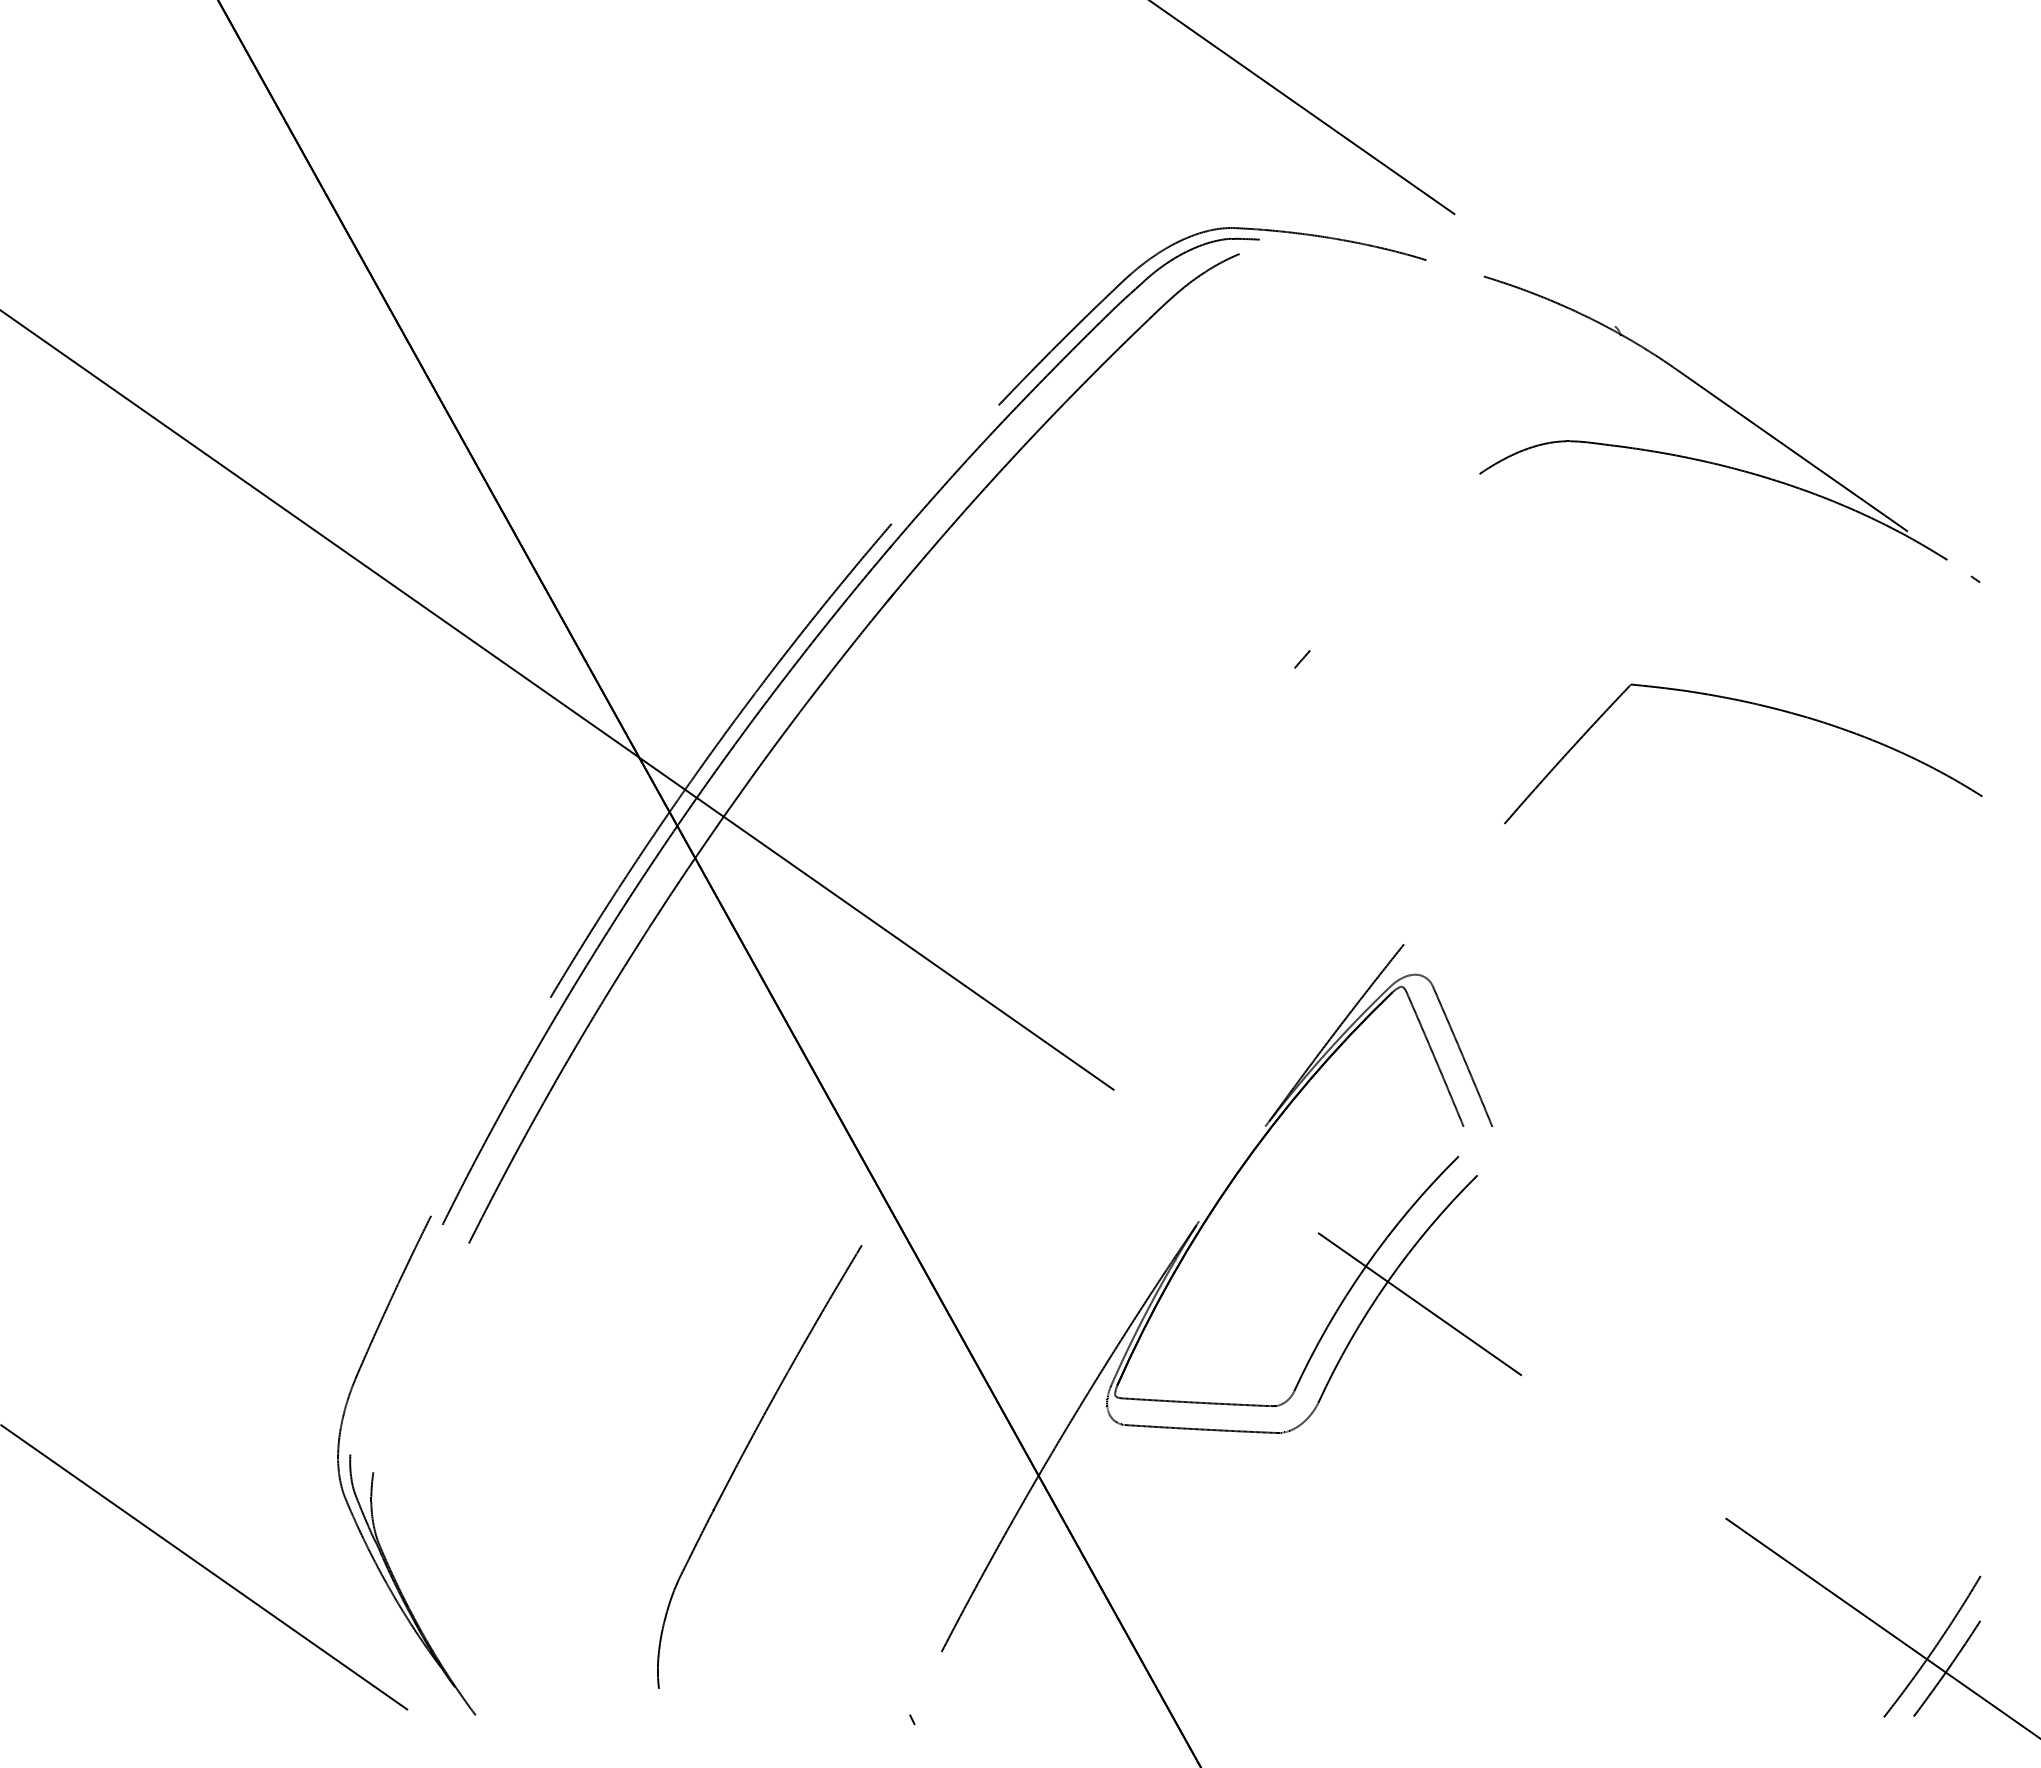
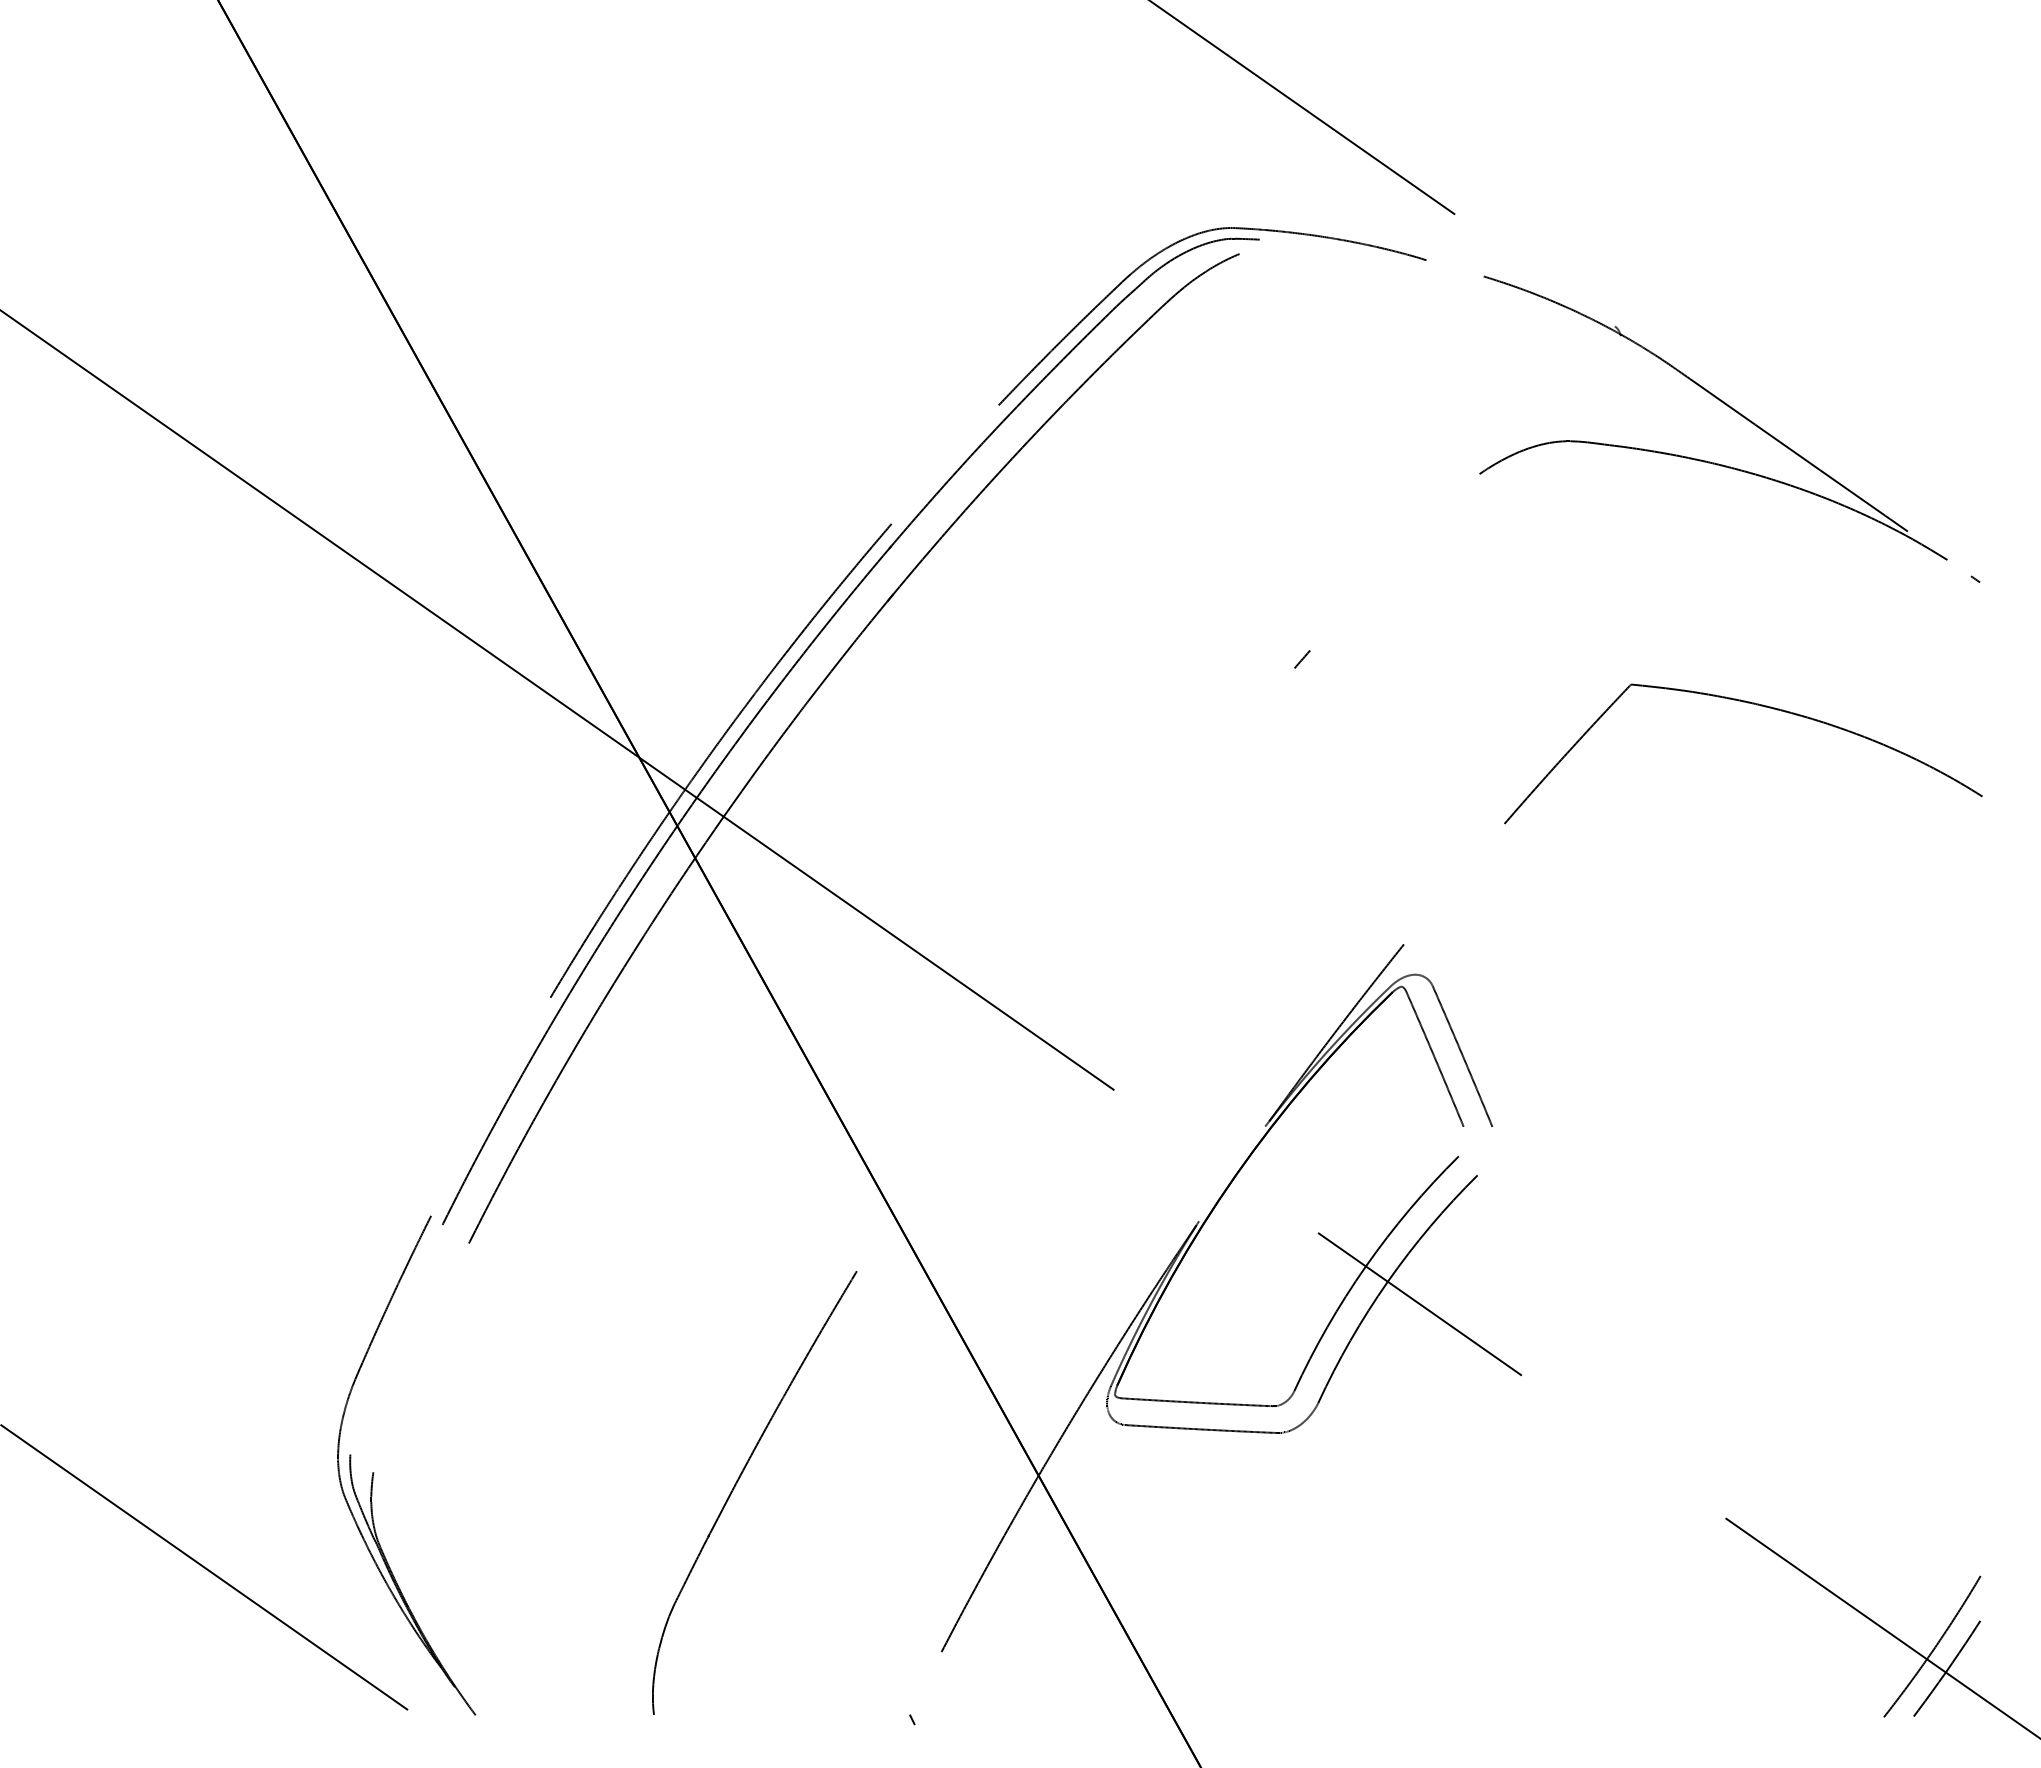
curve at (742, 1457) position: (742, 1457) -> (737, 1483)
